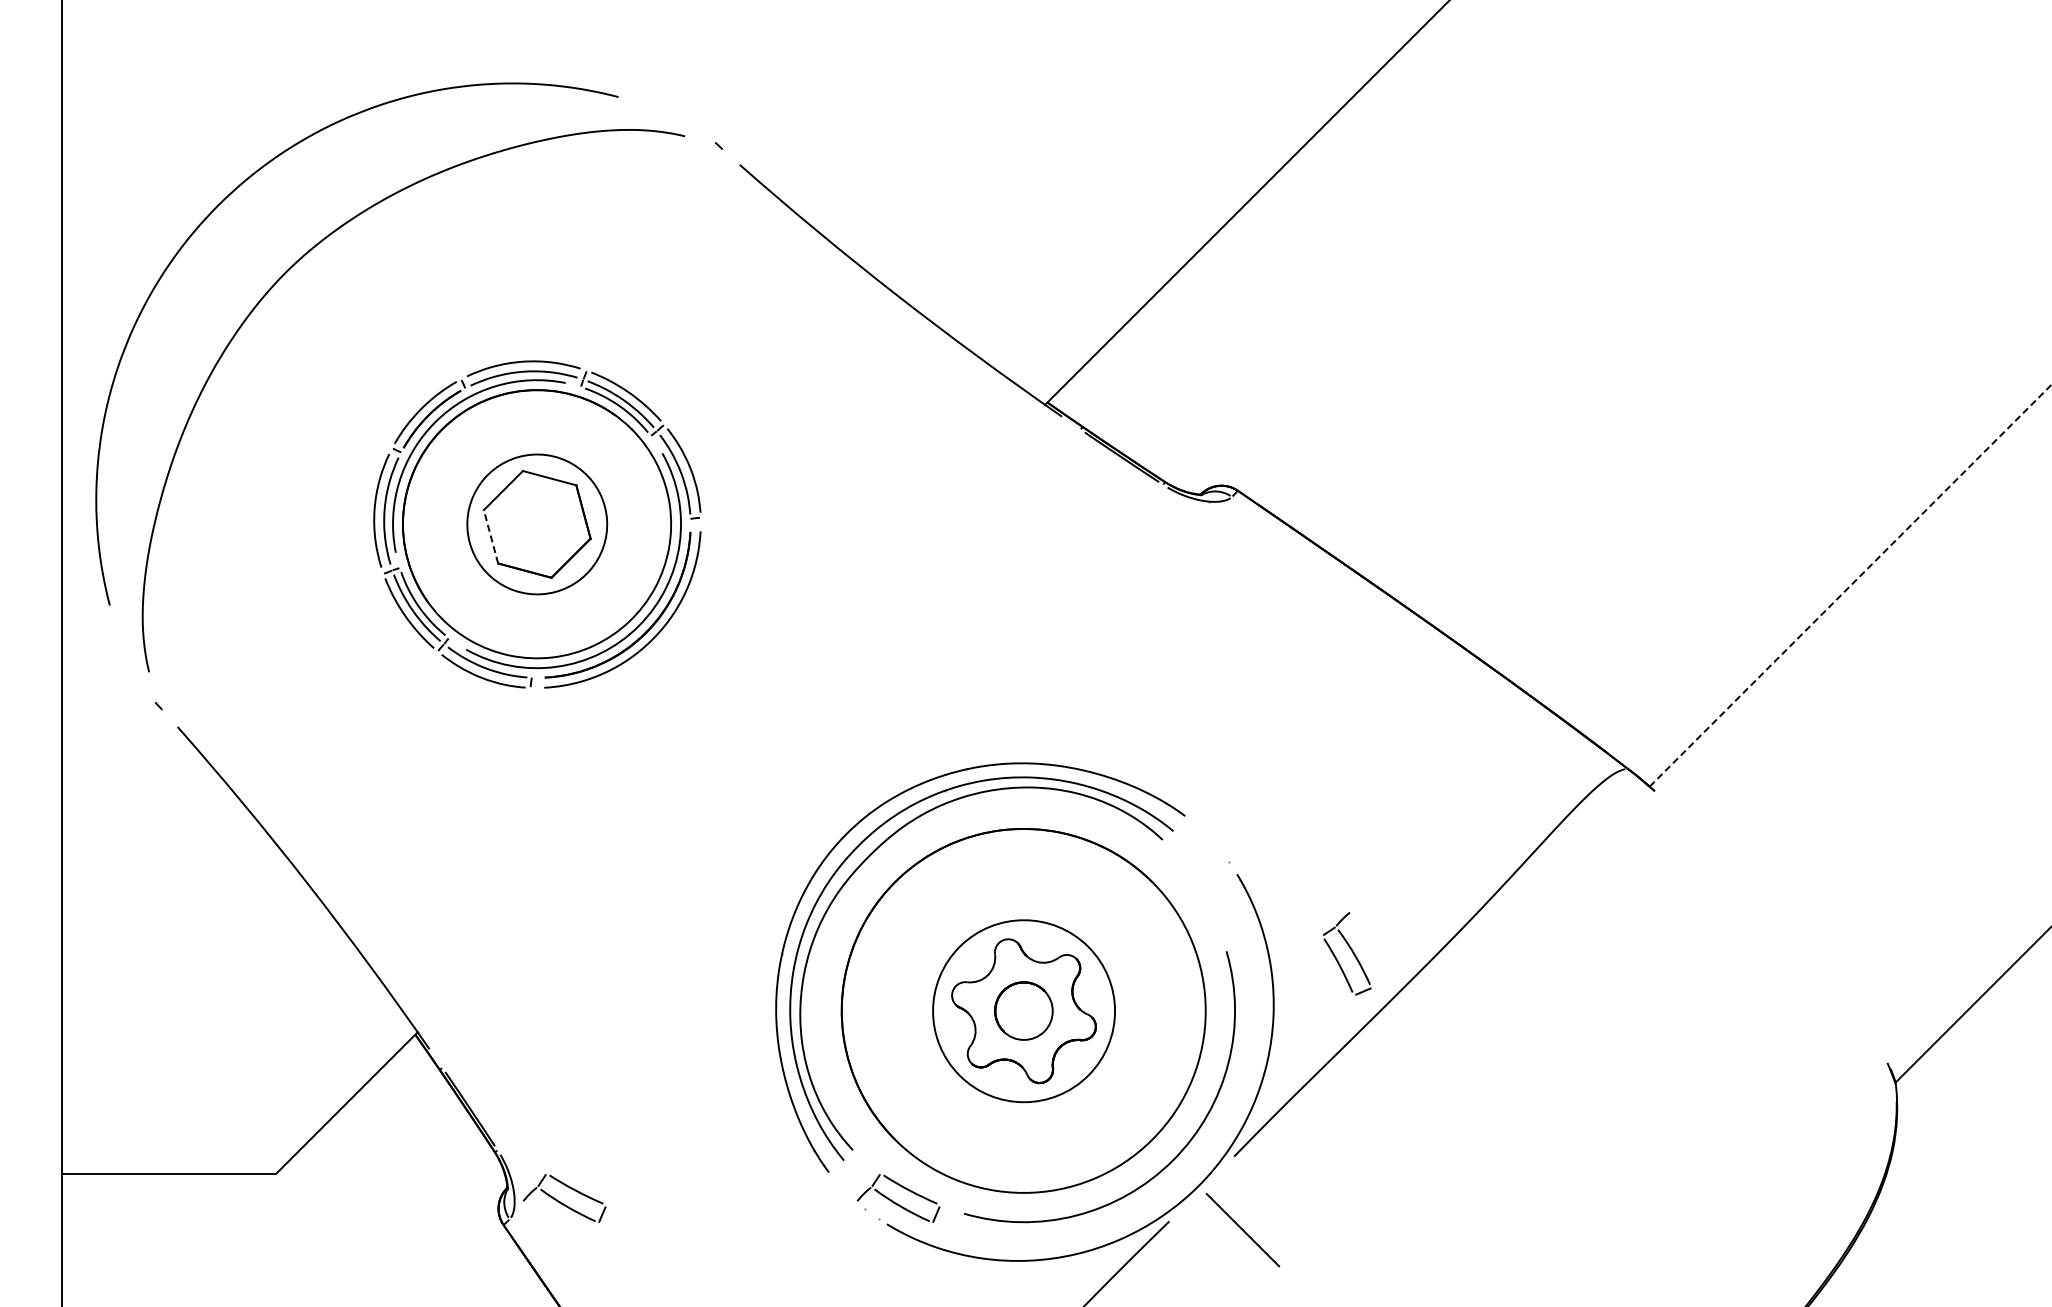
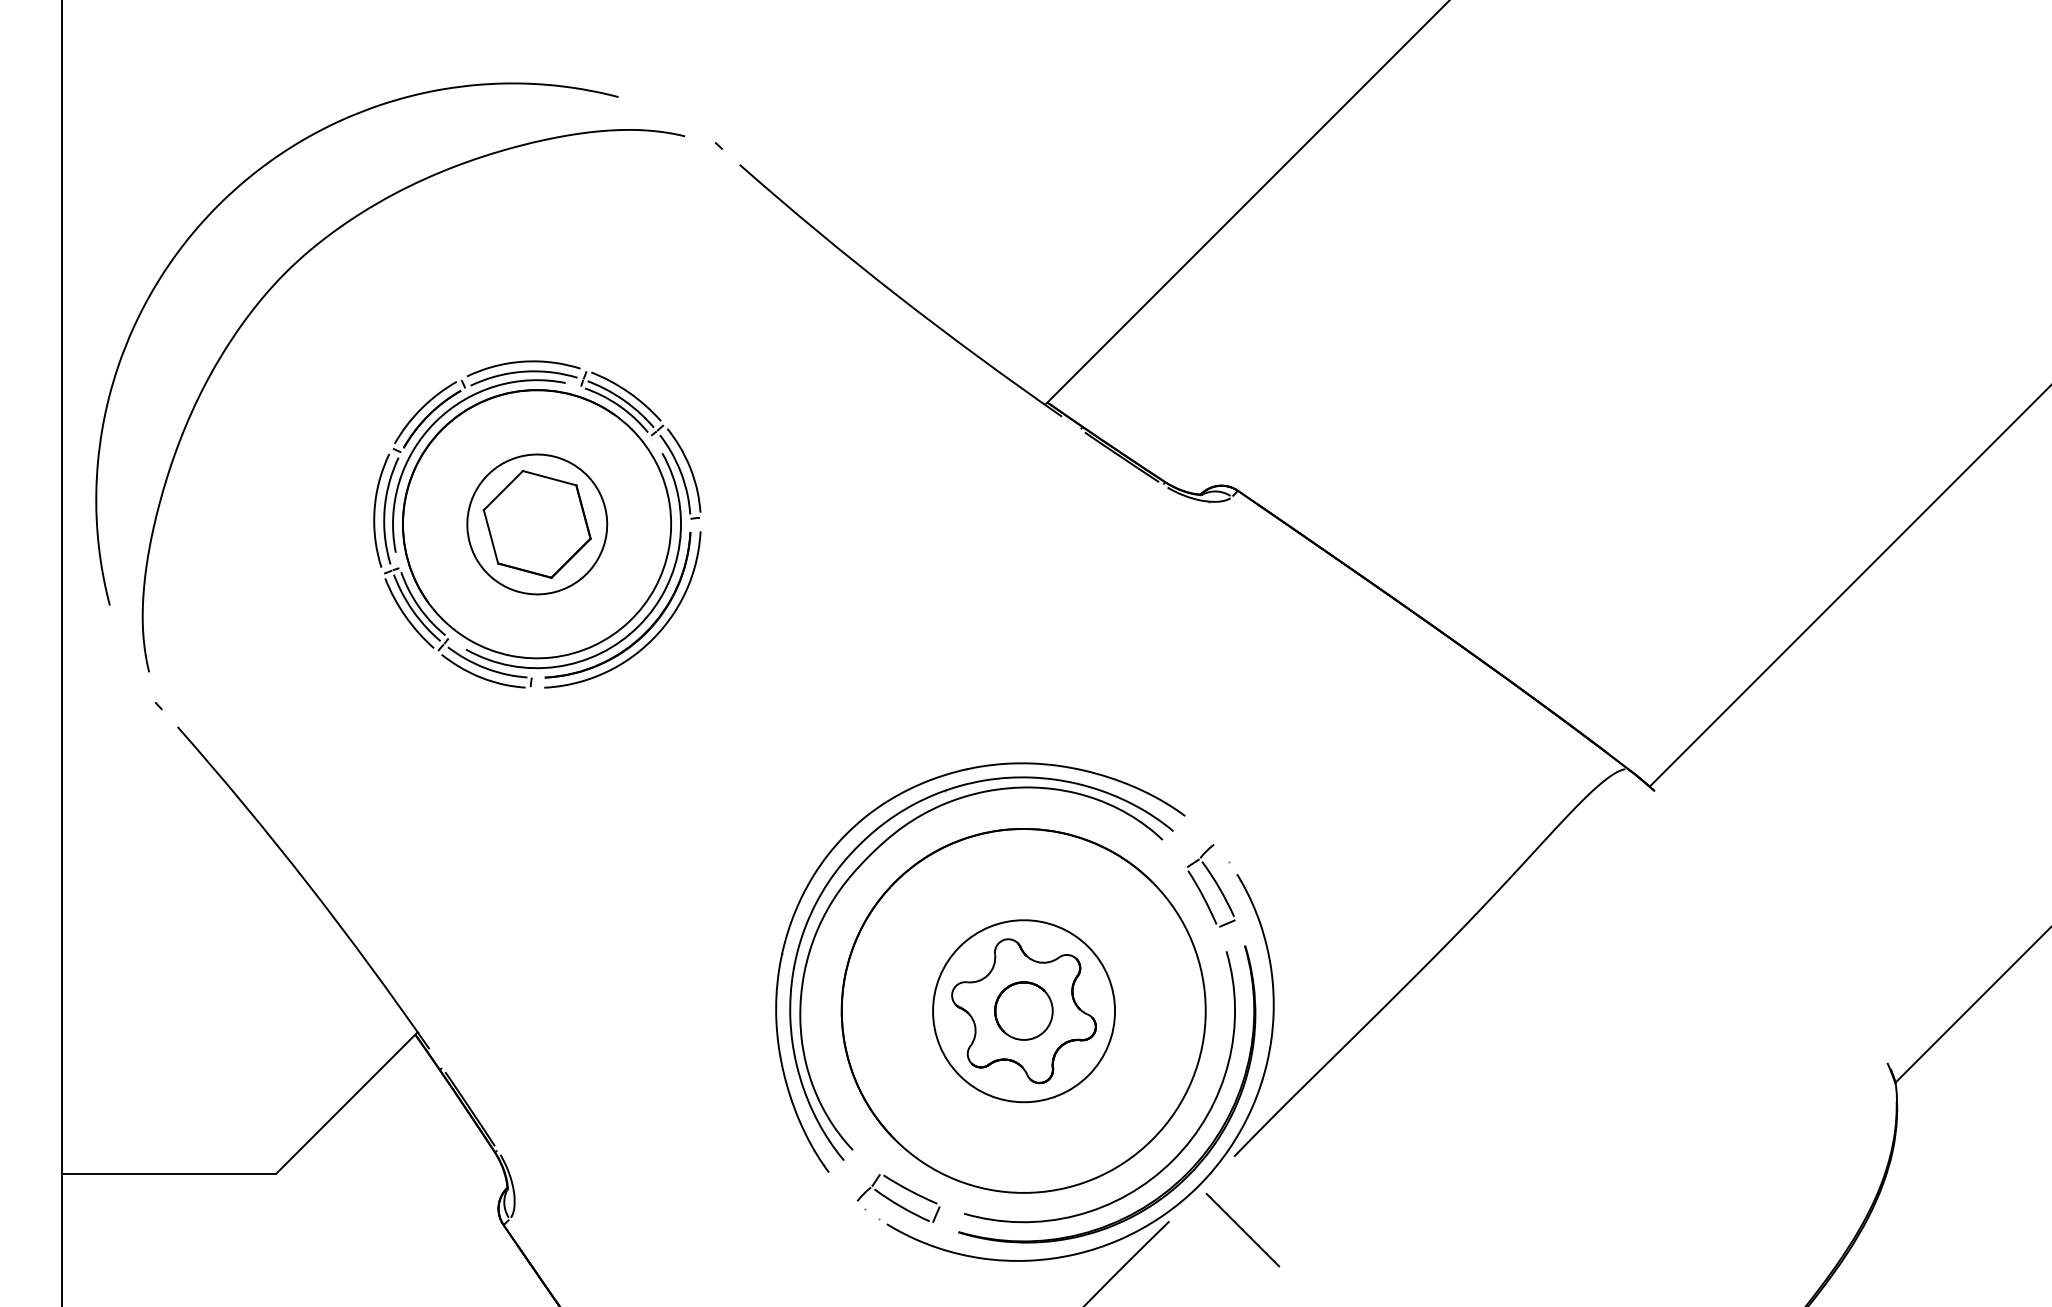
line at (491, 536): dashed -> solid
line at (1851, 585): dashed -> solid
part at (1346, 953) position: (1346, 953) -> (1210, 885)
part at (1186, 1172): none -> present
part at (564, 1198): present -> none
